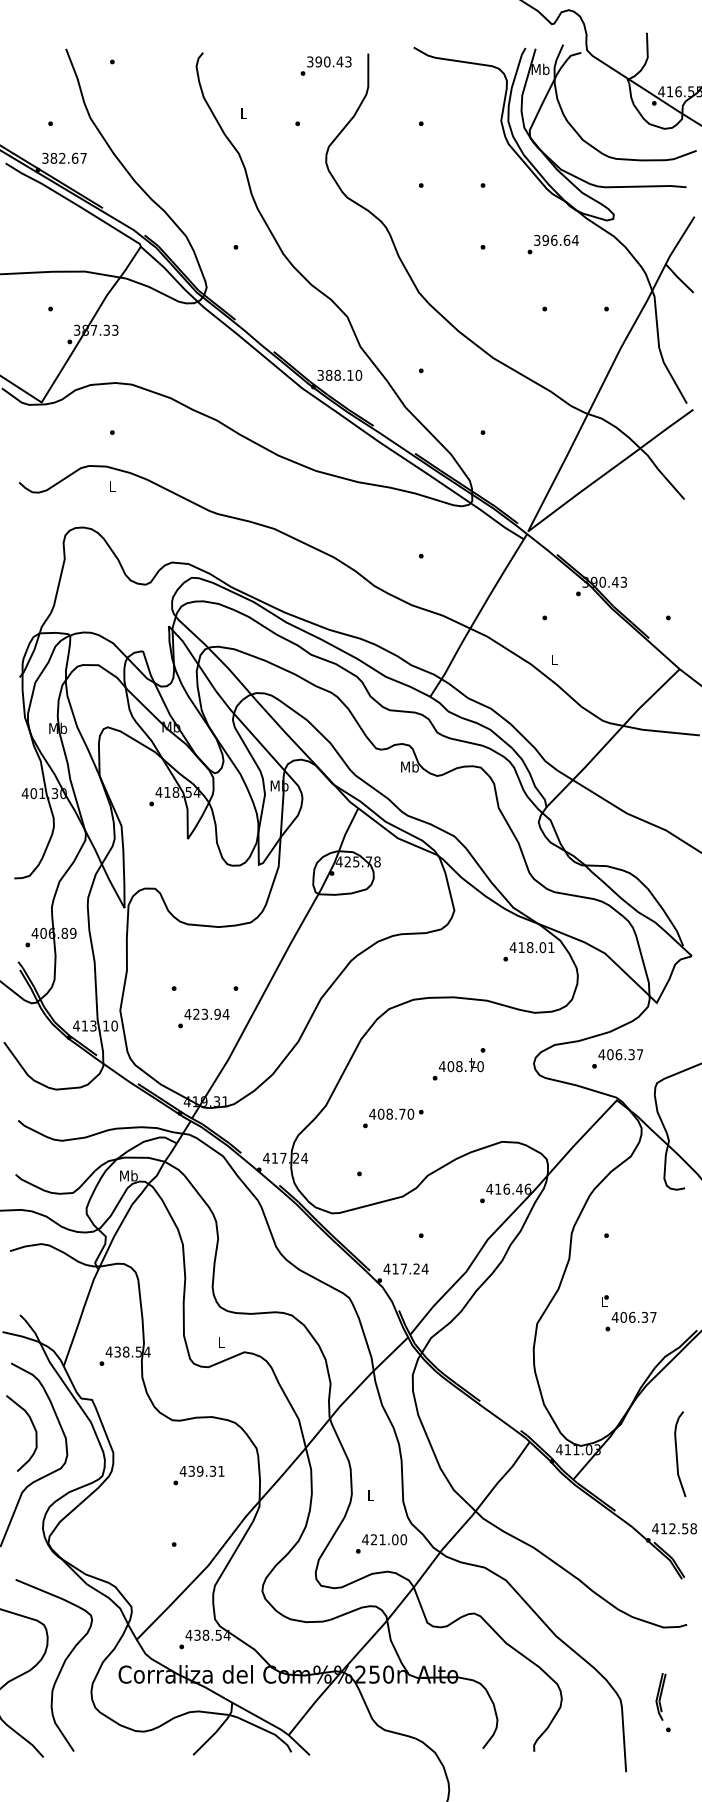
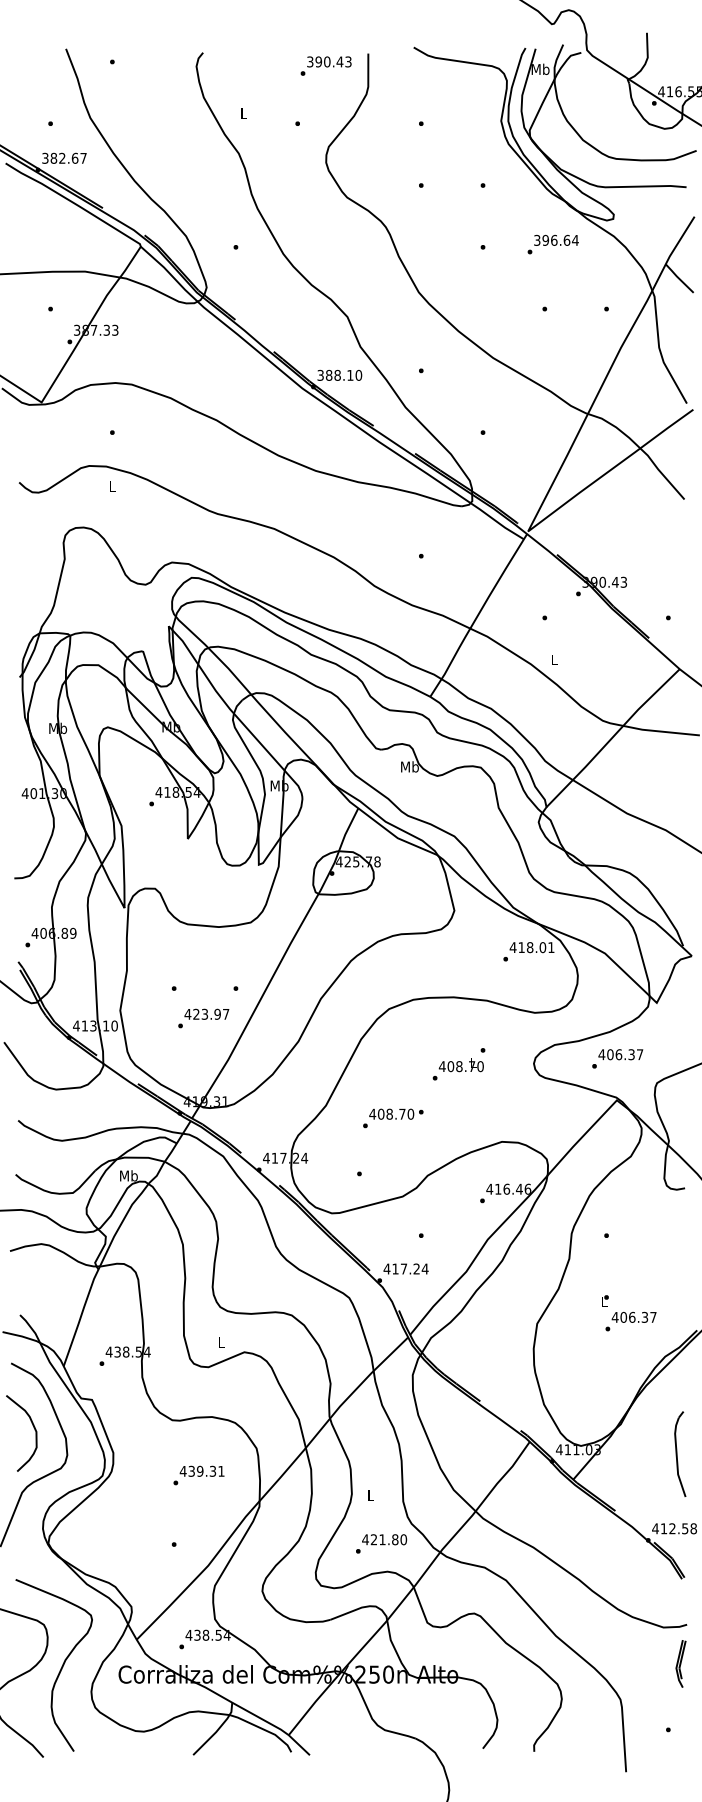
text at (225, 1014): 423.94 -> 423.97
text at (395, 1539): 421.00 -> 421.80
part at (660, 1696) position: (660, 1696) -> (680, 1663)
